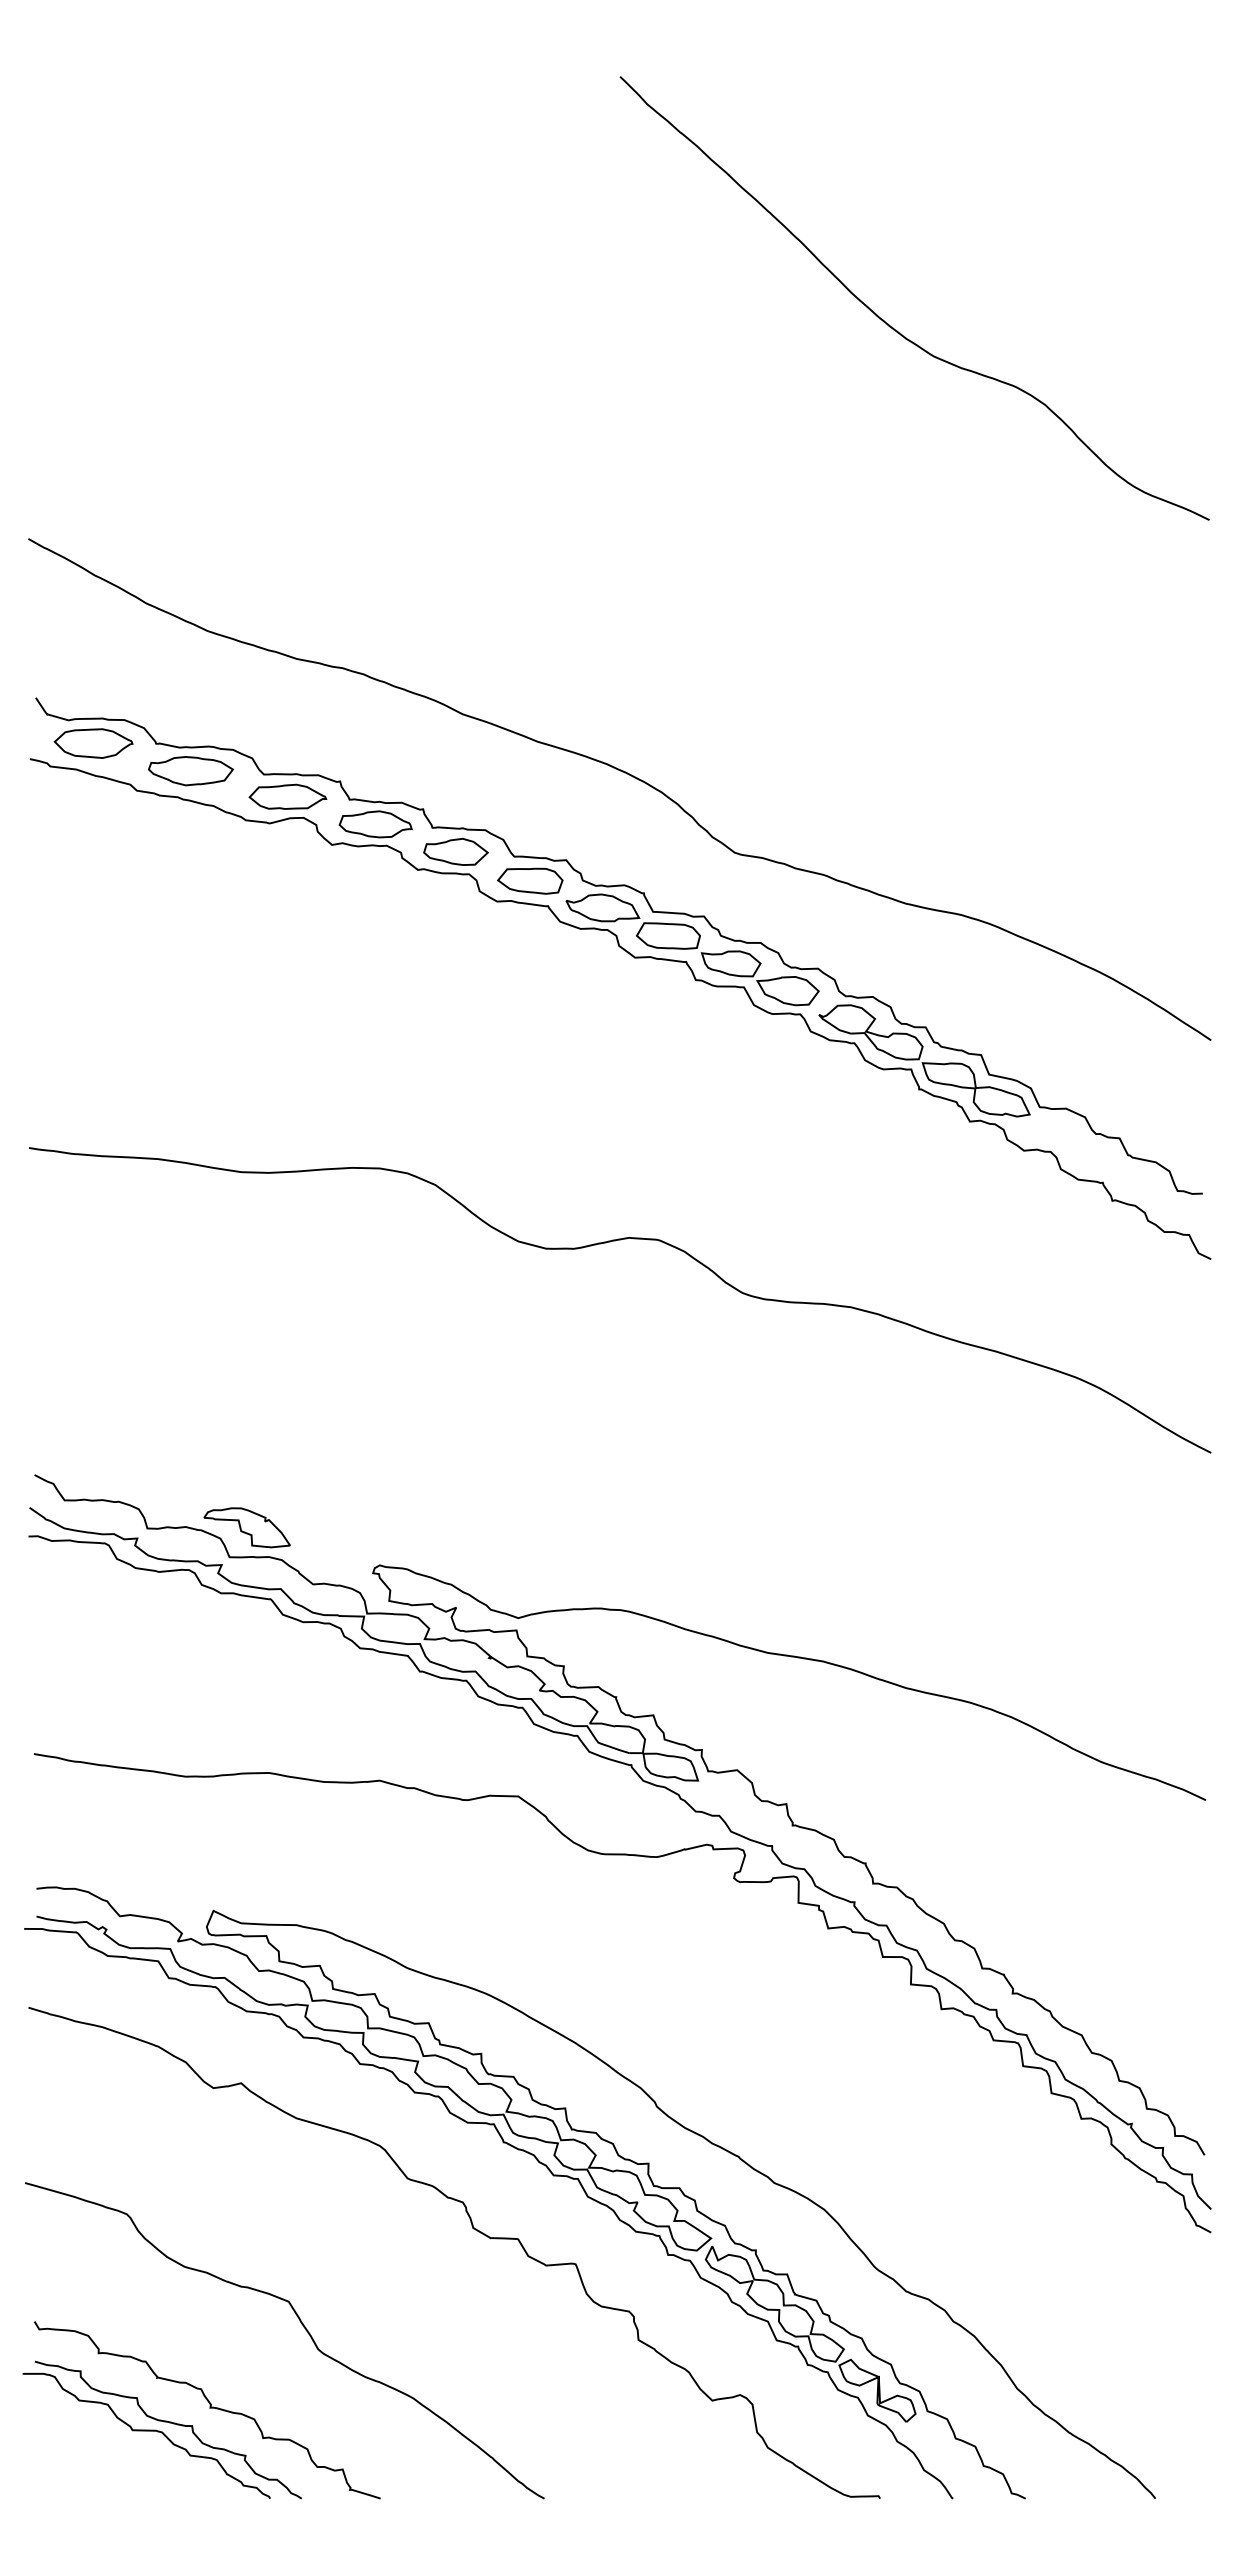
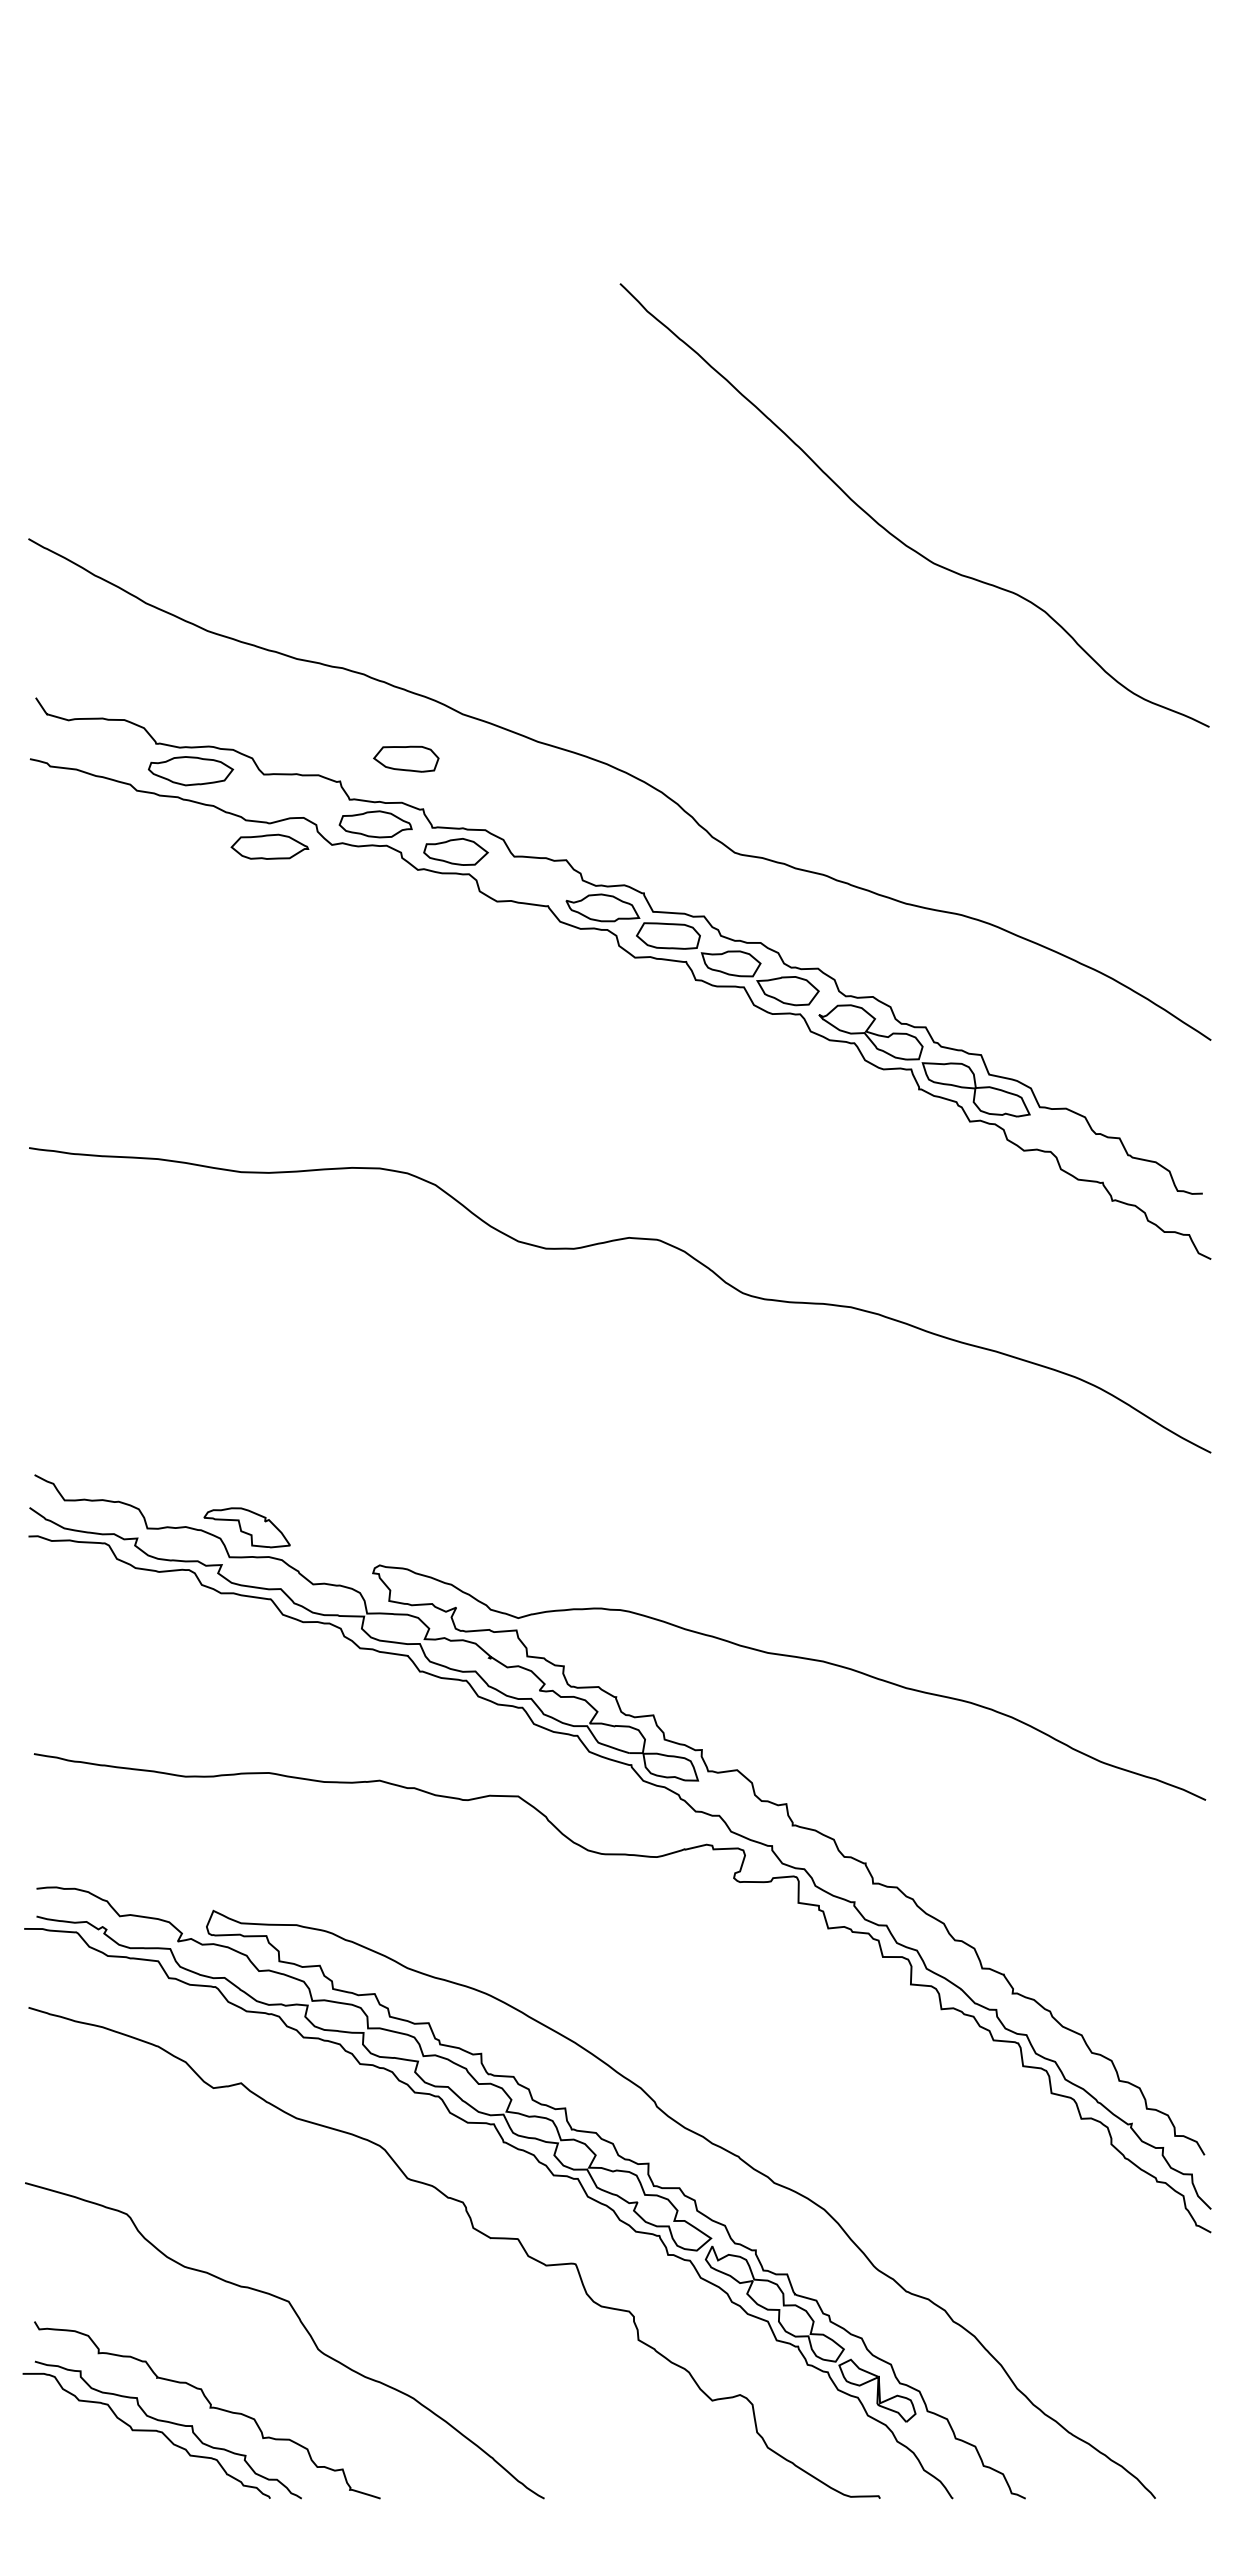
curve at (893, 327) position: (893, 327) -> (893, 534)
part at (93, 743): present -> none
part at (287, 796) position: (287, 796) -> (269, 846)
part at (530, 880) position: (530, 880) -> (406, 758)
